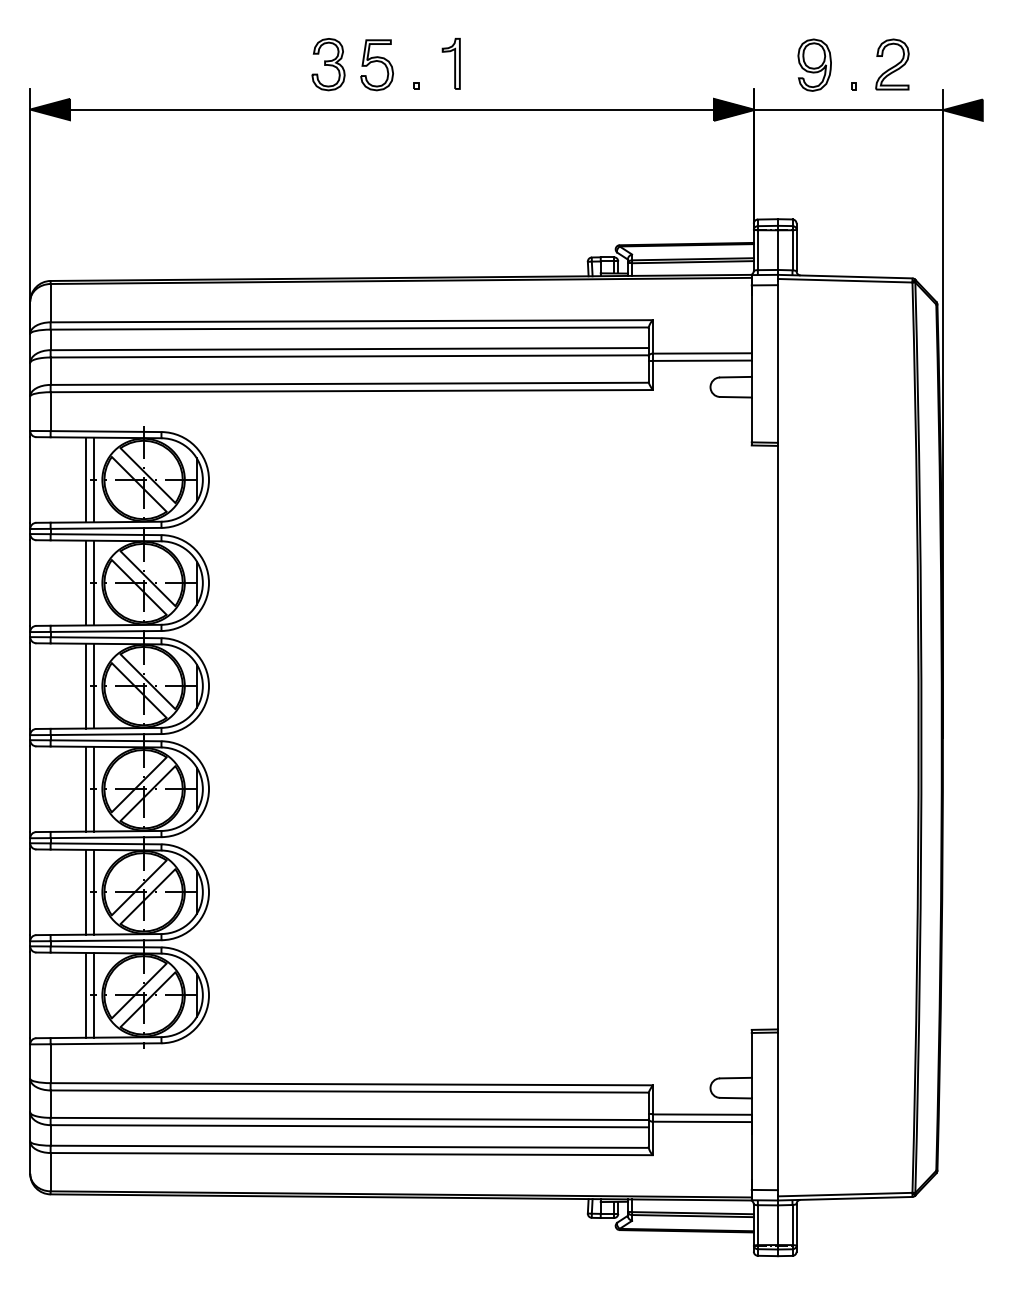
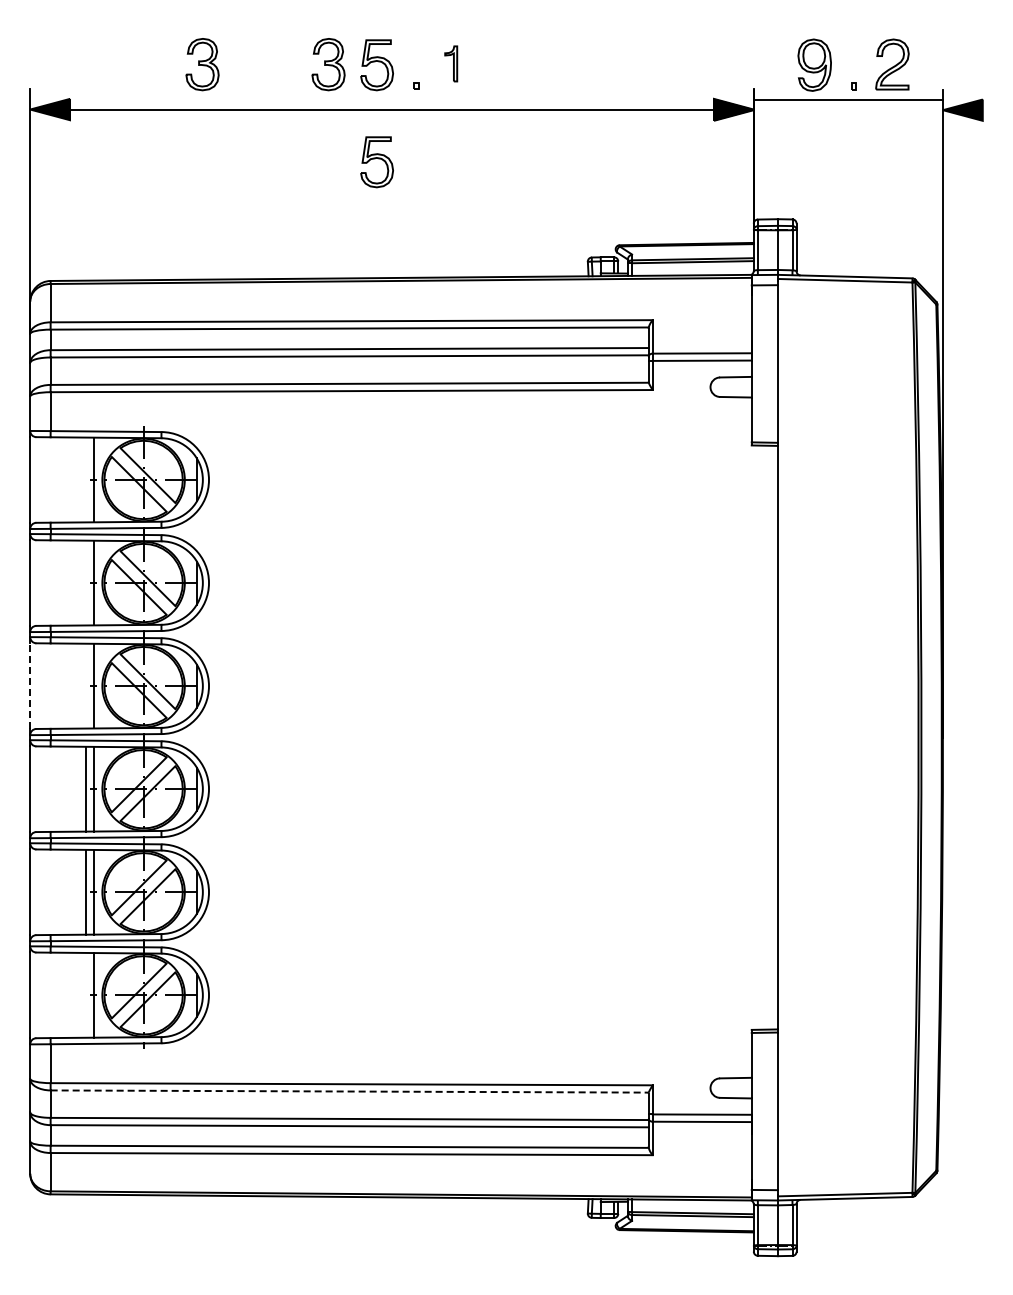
part at (450, 63) size: 20x52 px -> 15x38 px
part at (202, 64): none -> present
line at (847, 110) position: (847, 110) -> (847, 100)
part at (376, 162): none -> present
line at (85, 479): present -> none
line at (85, 582): present -> none
line at (85, 685): present -> none
line at (30, 686): solid -> dashed
line at (85, 994): present -> none
line at (350, 1091): solid -> dashed
